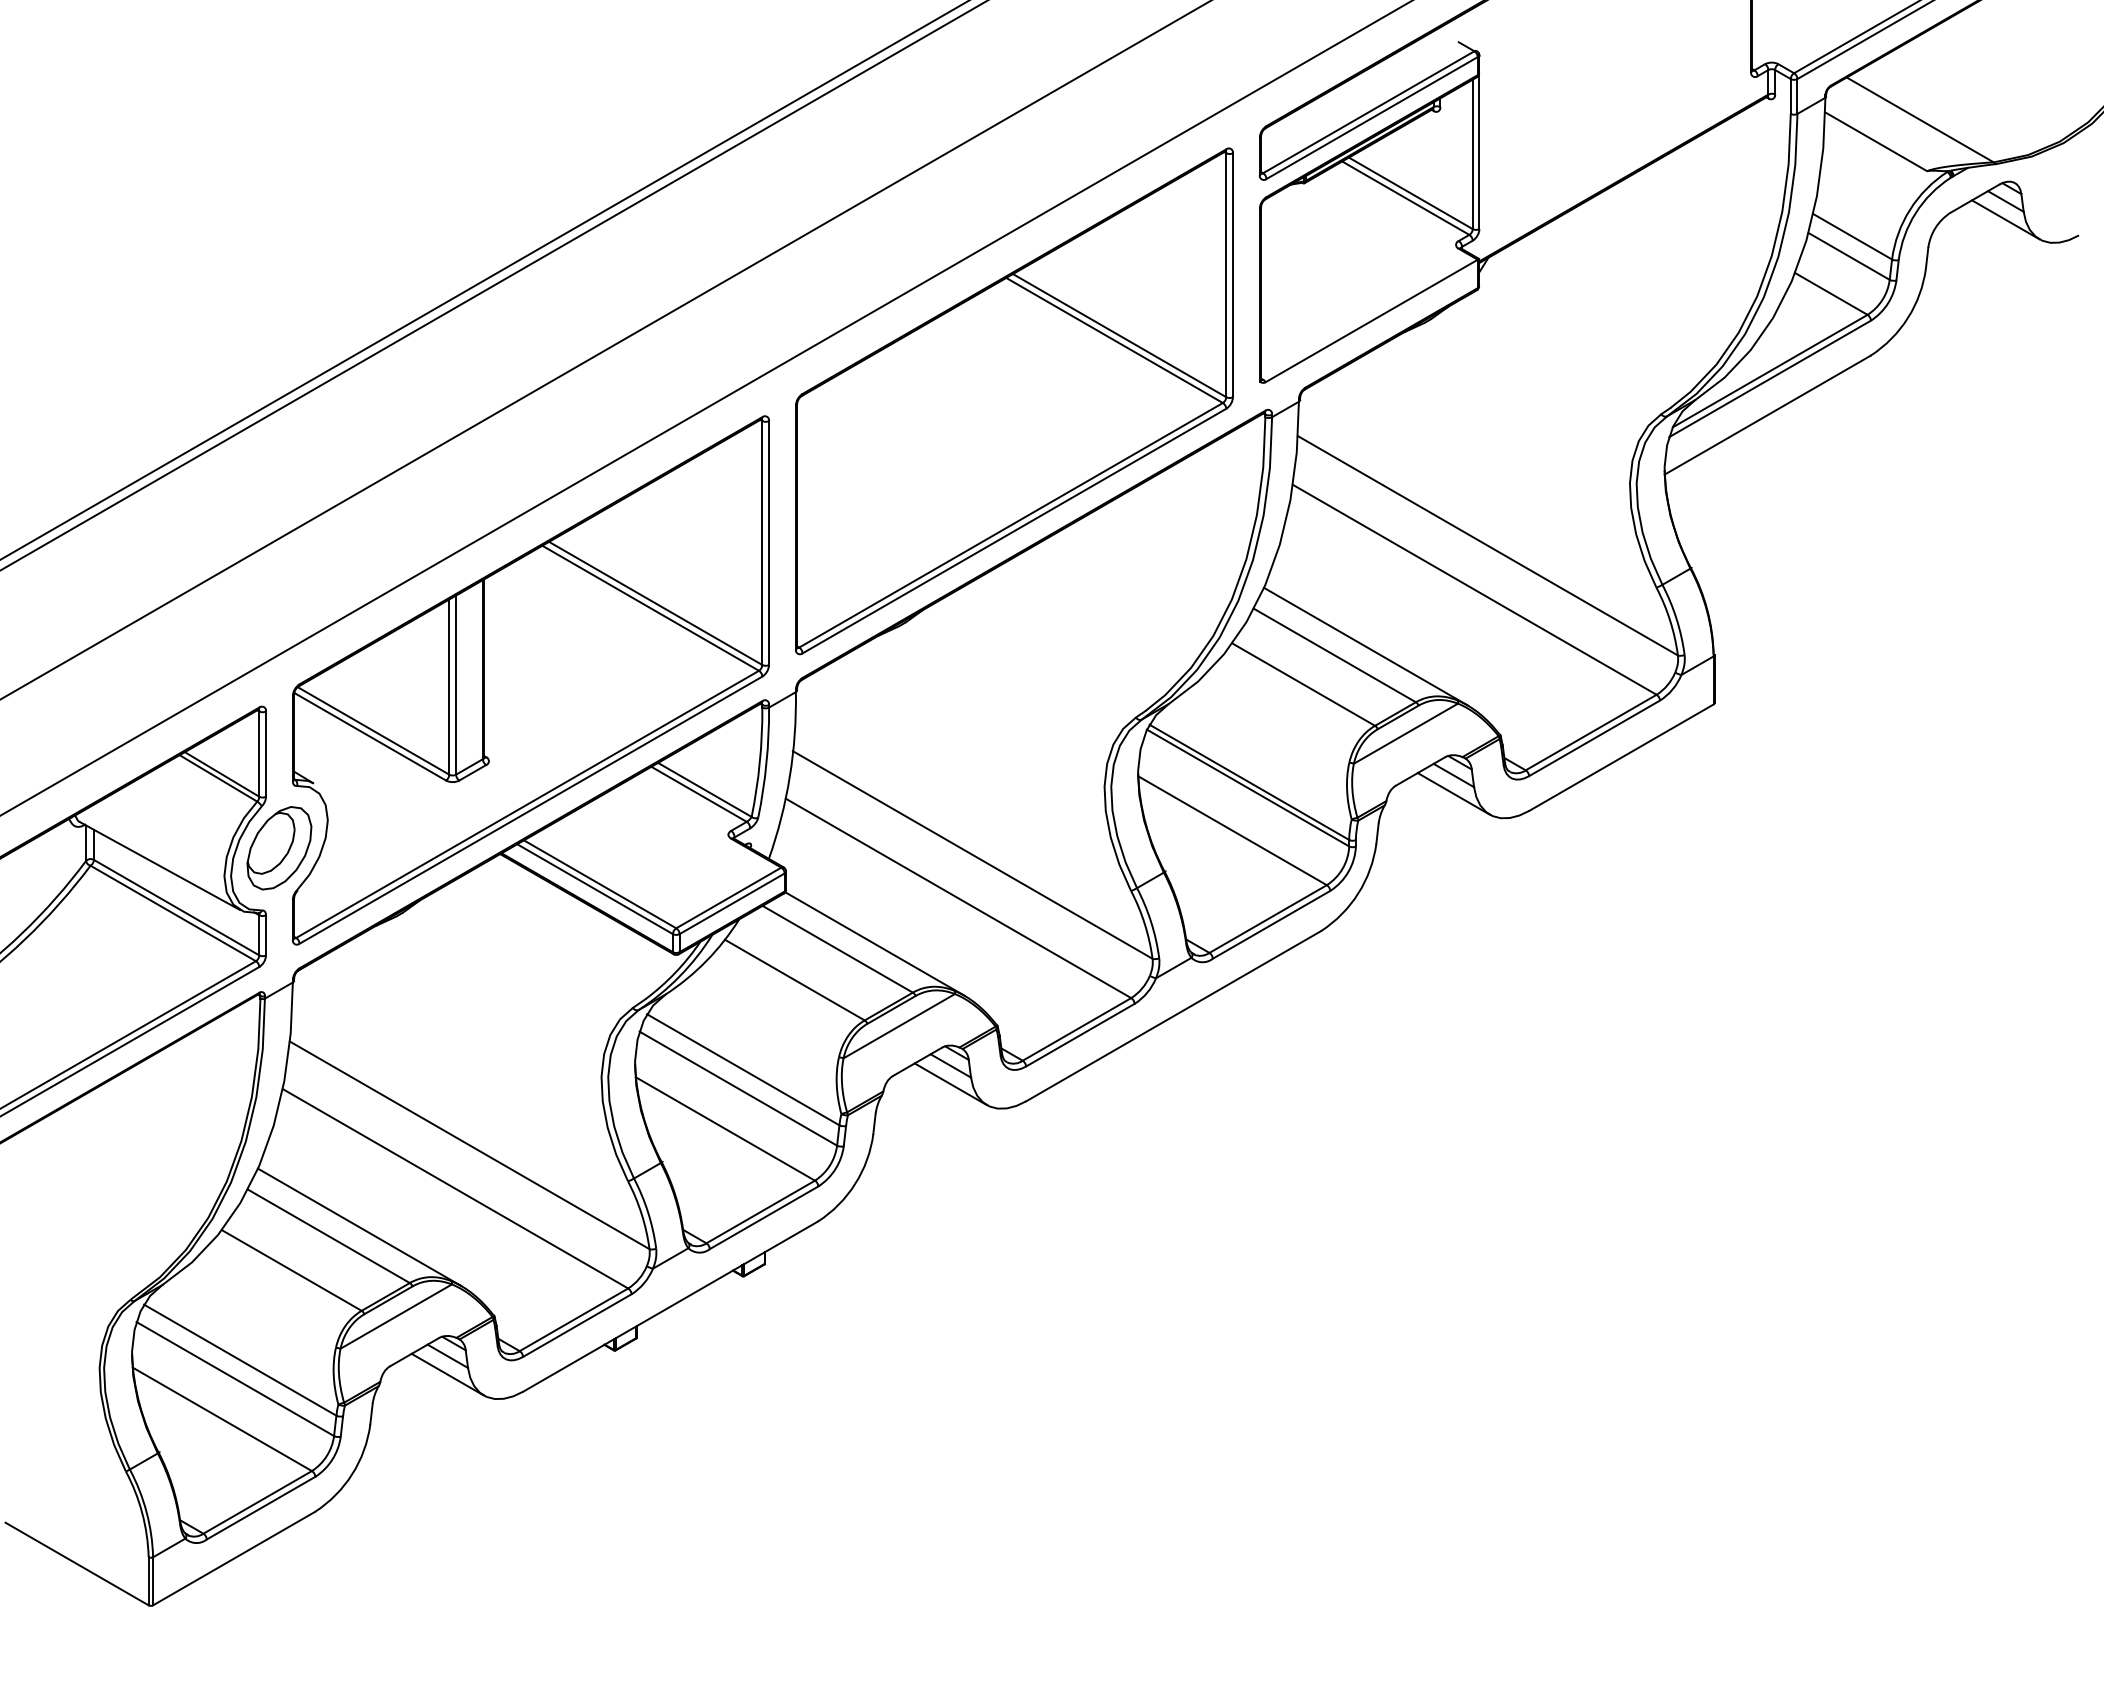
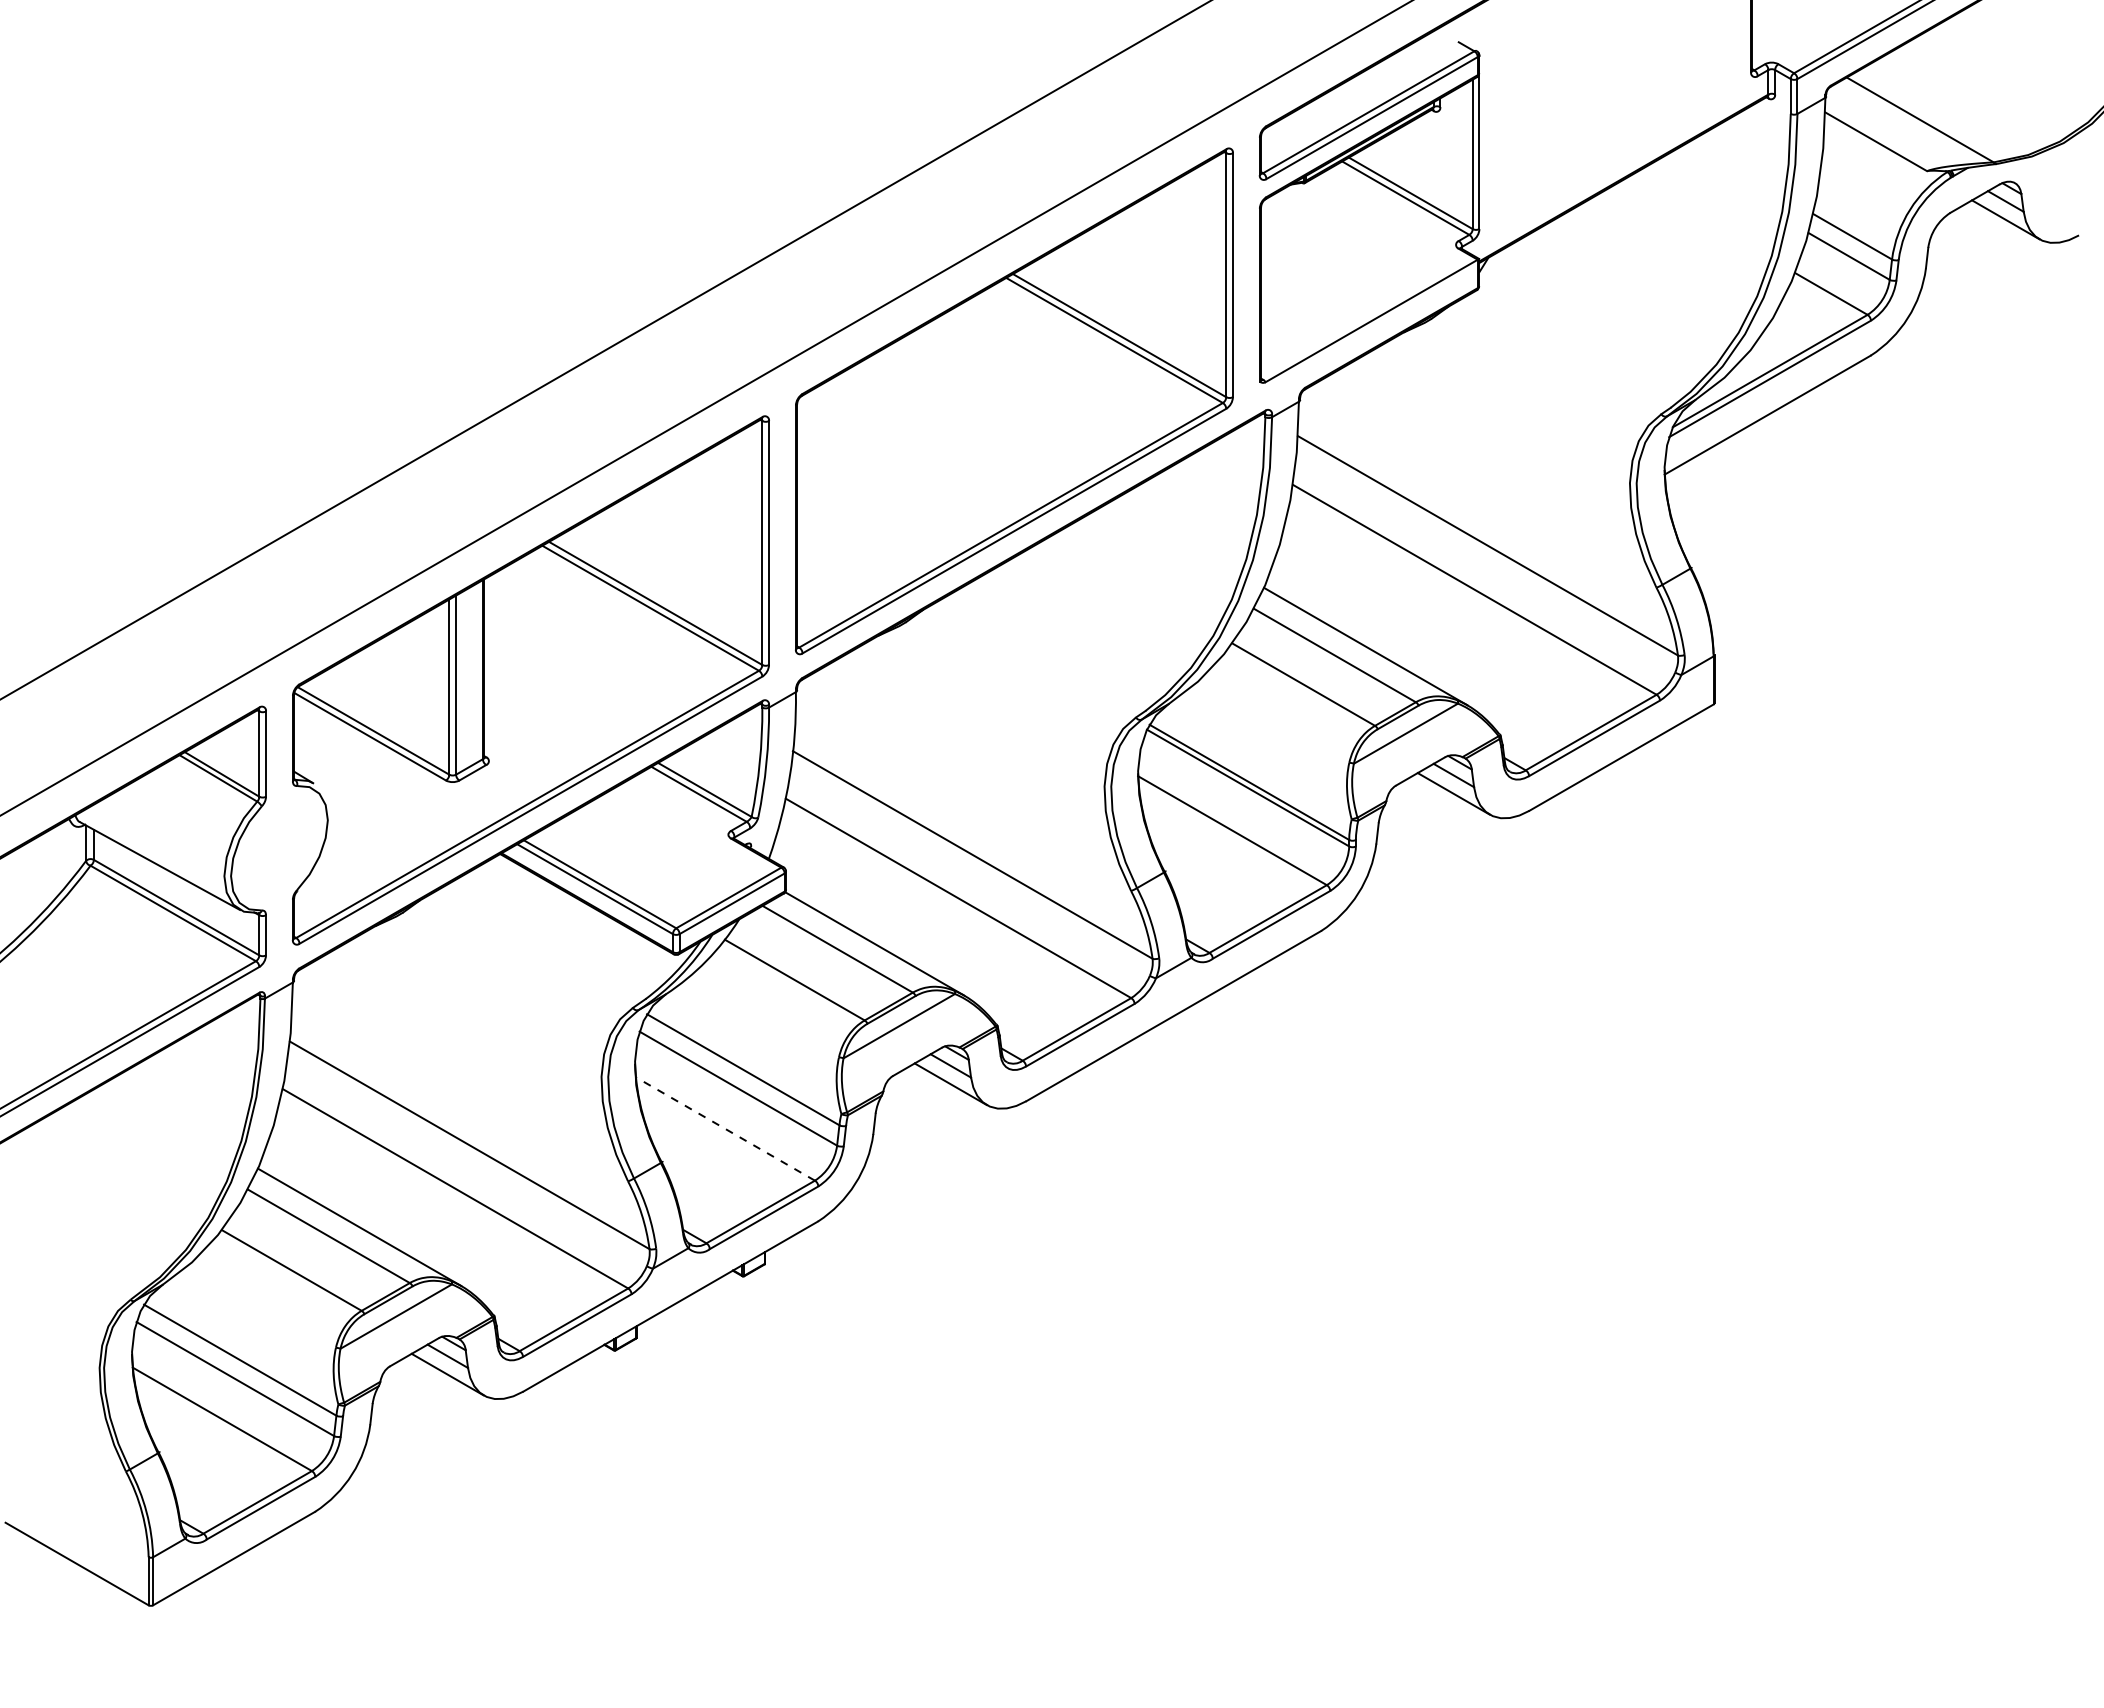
line at (484, 280): present -> none
line at (493, 285): present -> none
part at (279, 848): present -> none
line at (724, 1128): solid -> dashed
